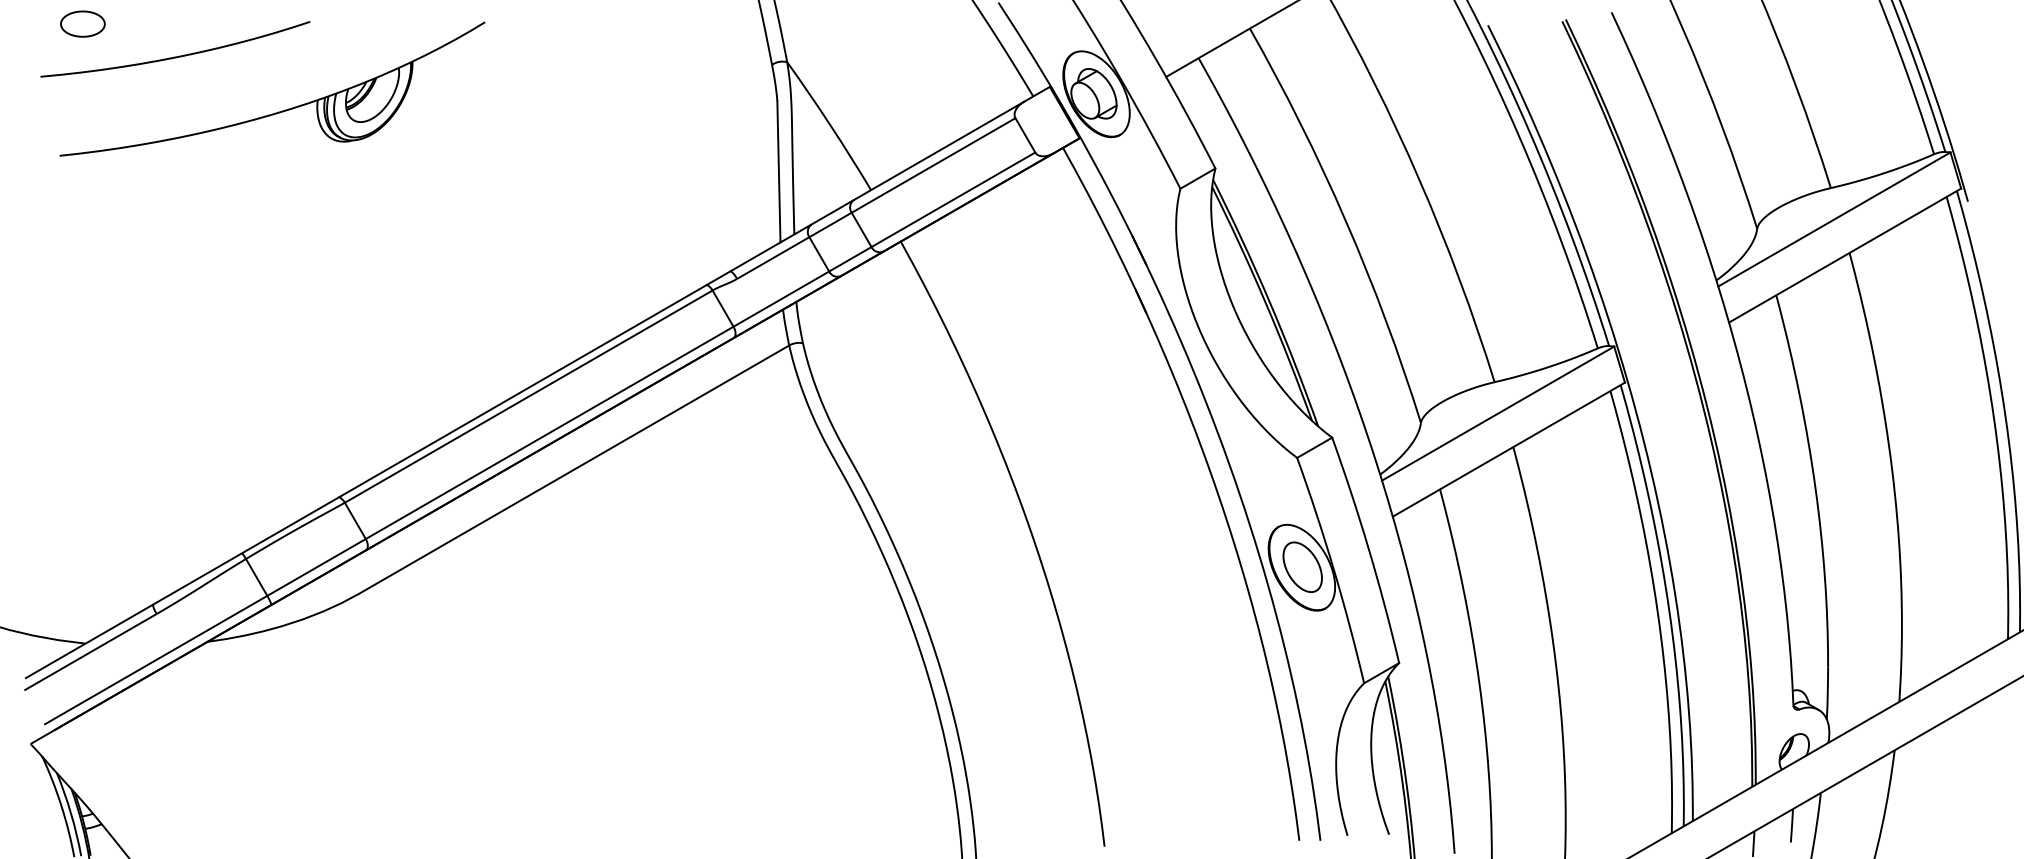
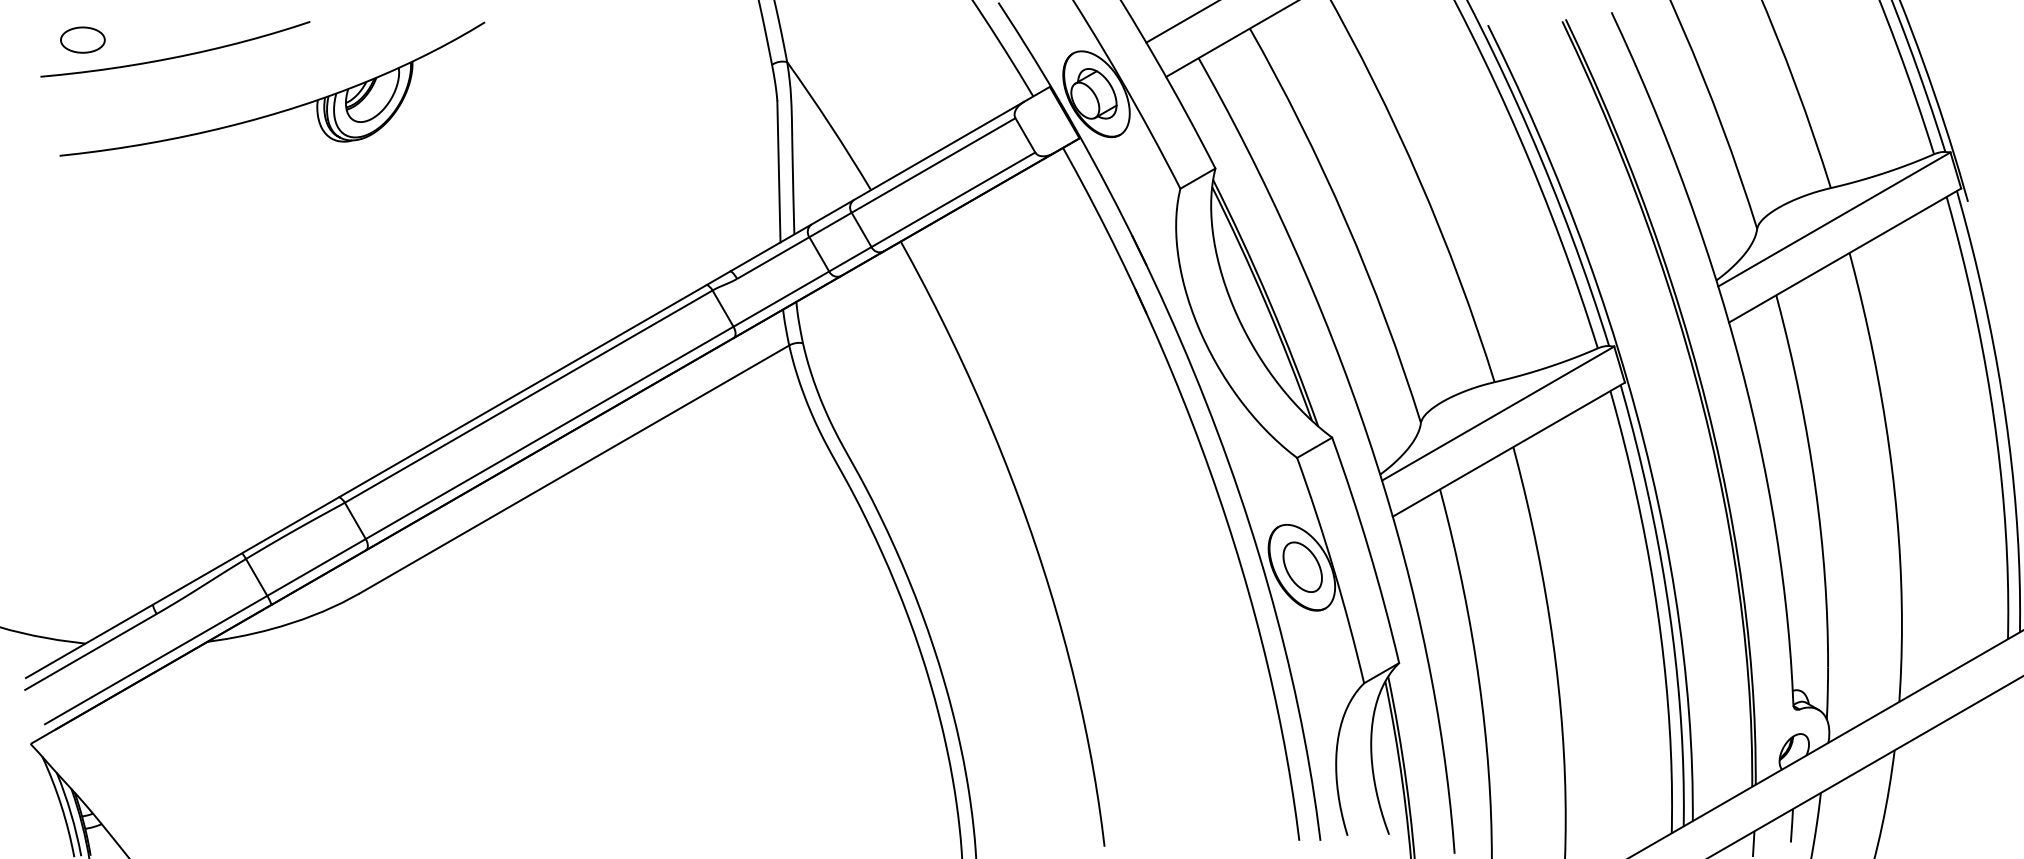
line at (1181, 22): none -> present
part at (82, 23) position: (82, 23) -> (82, 39)
